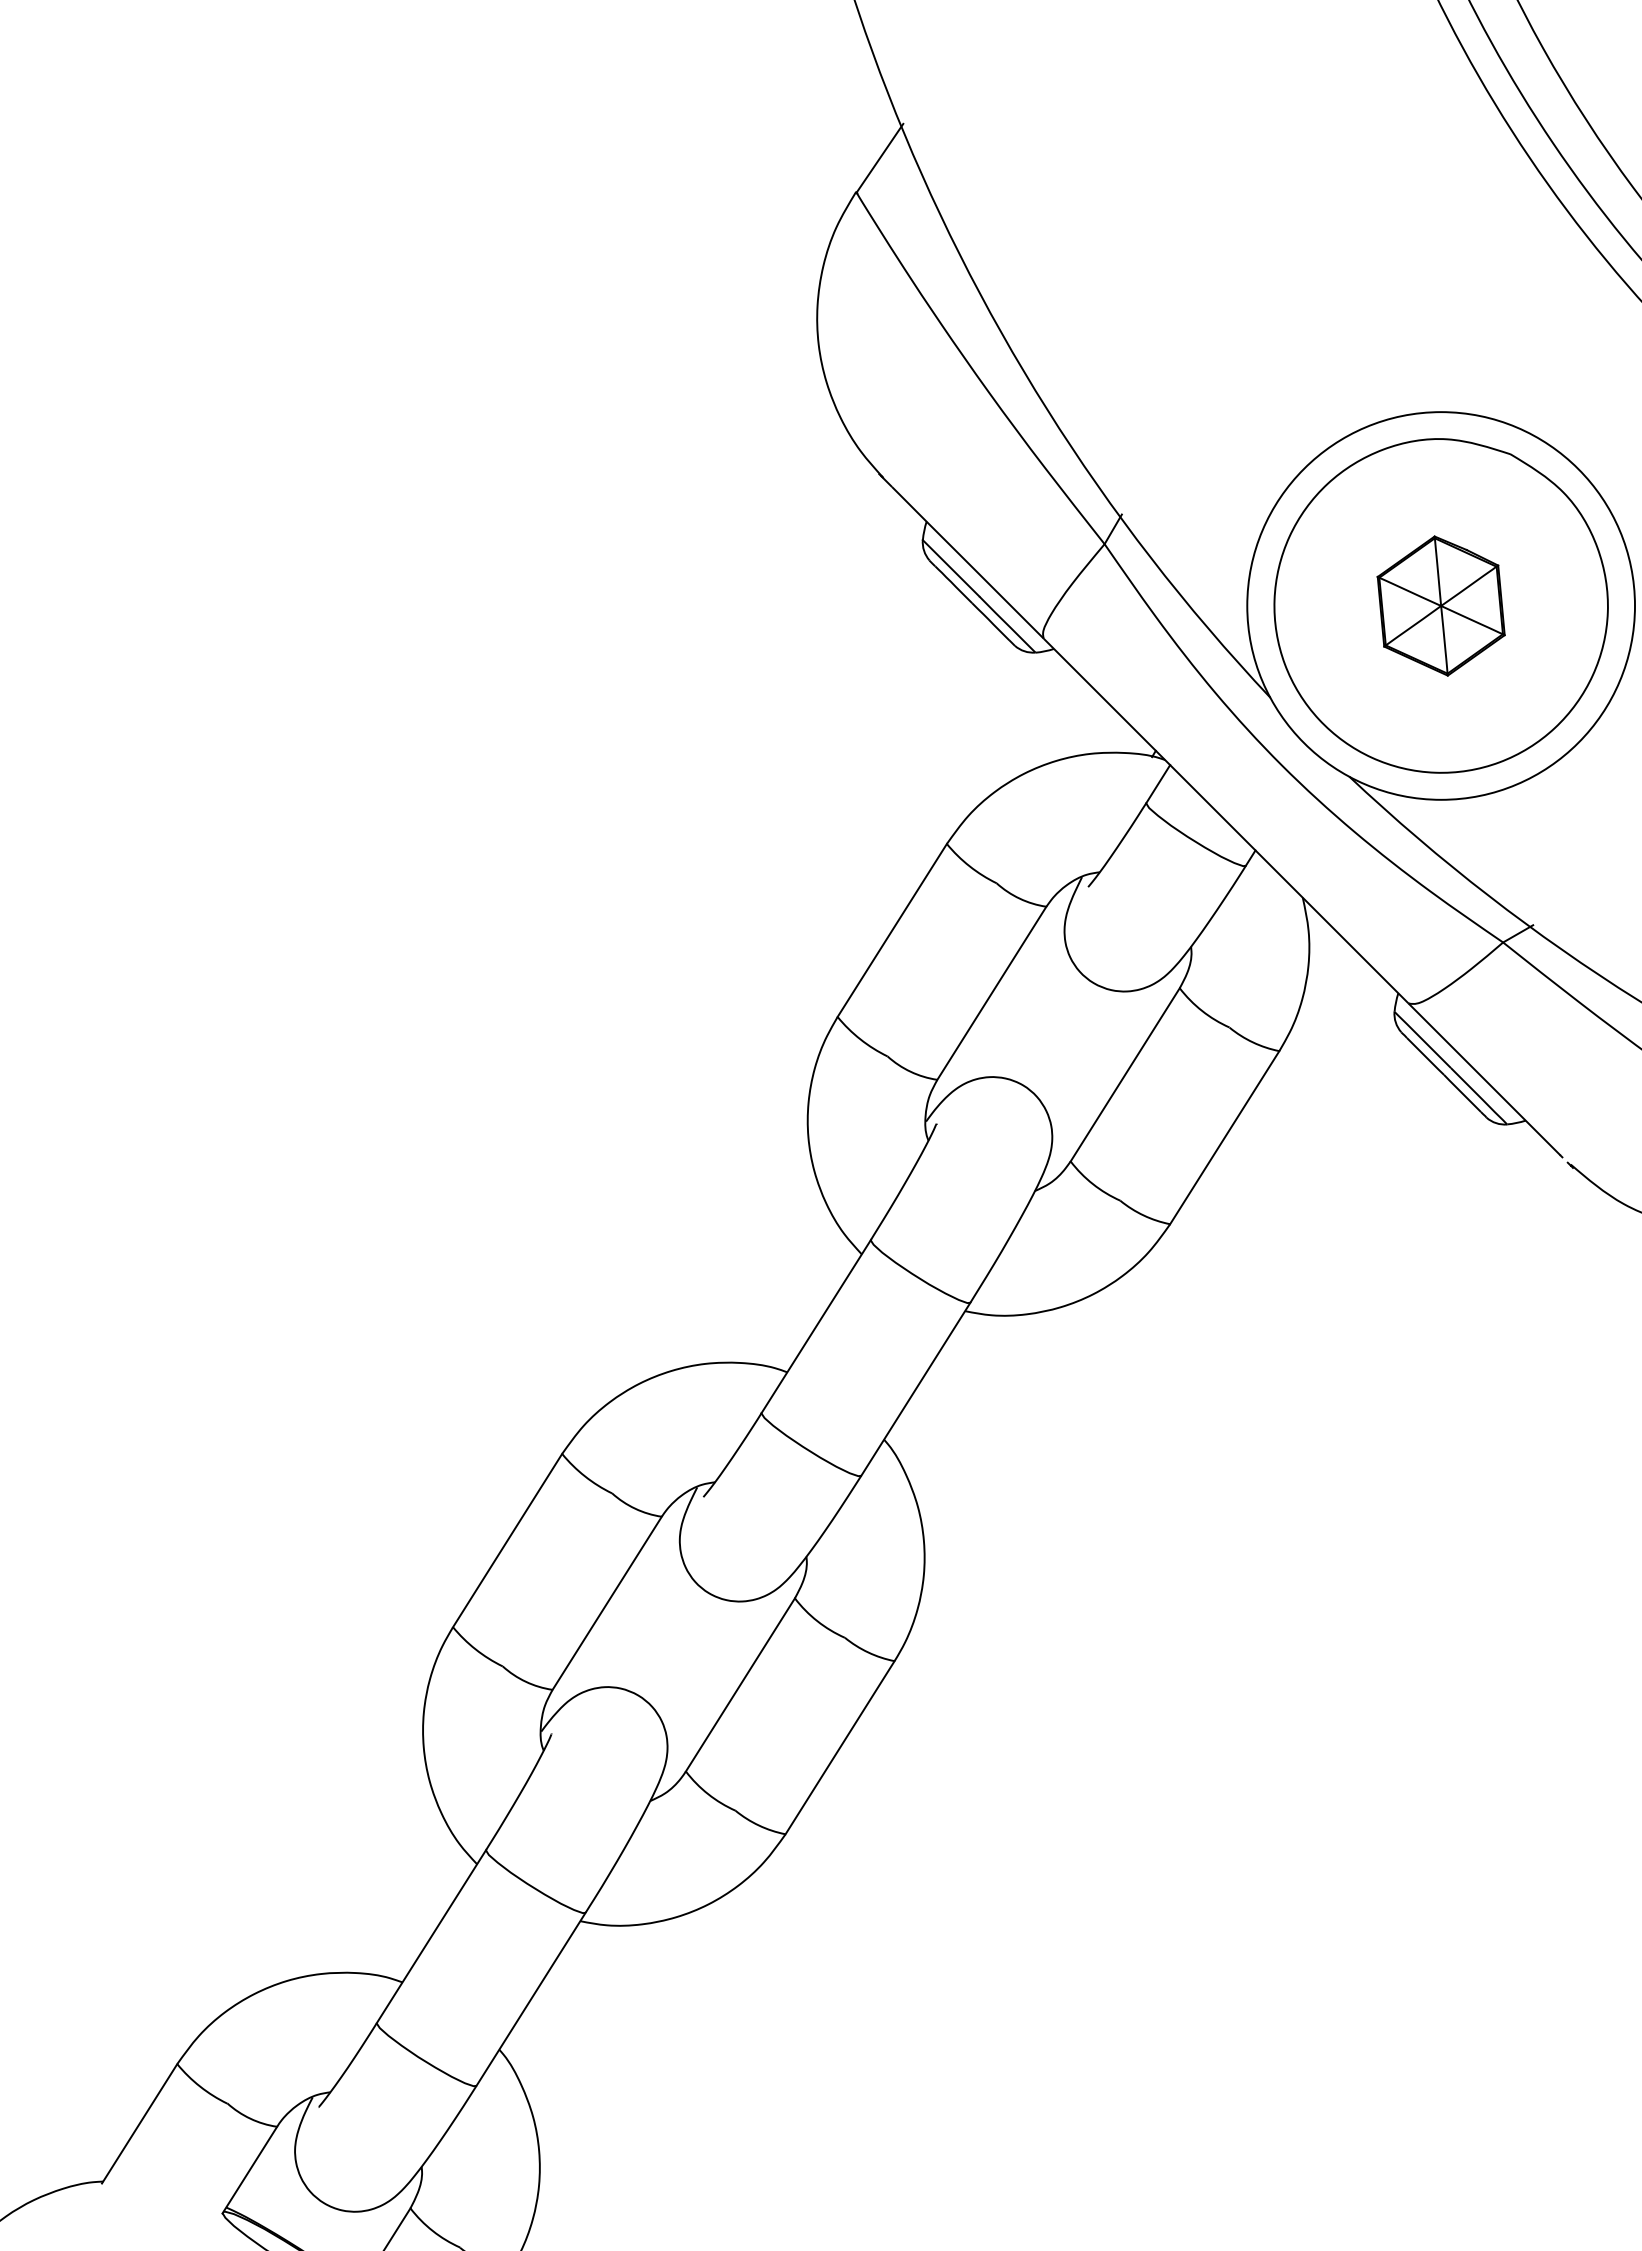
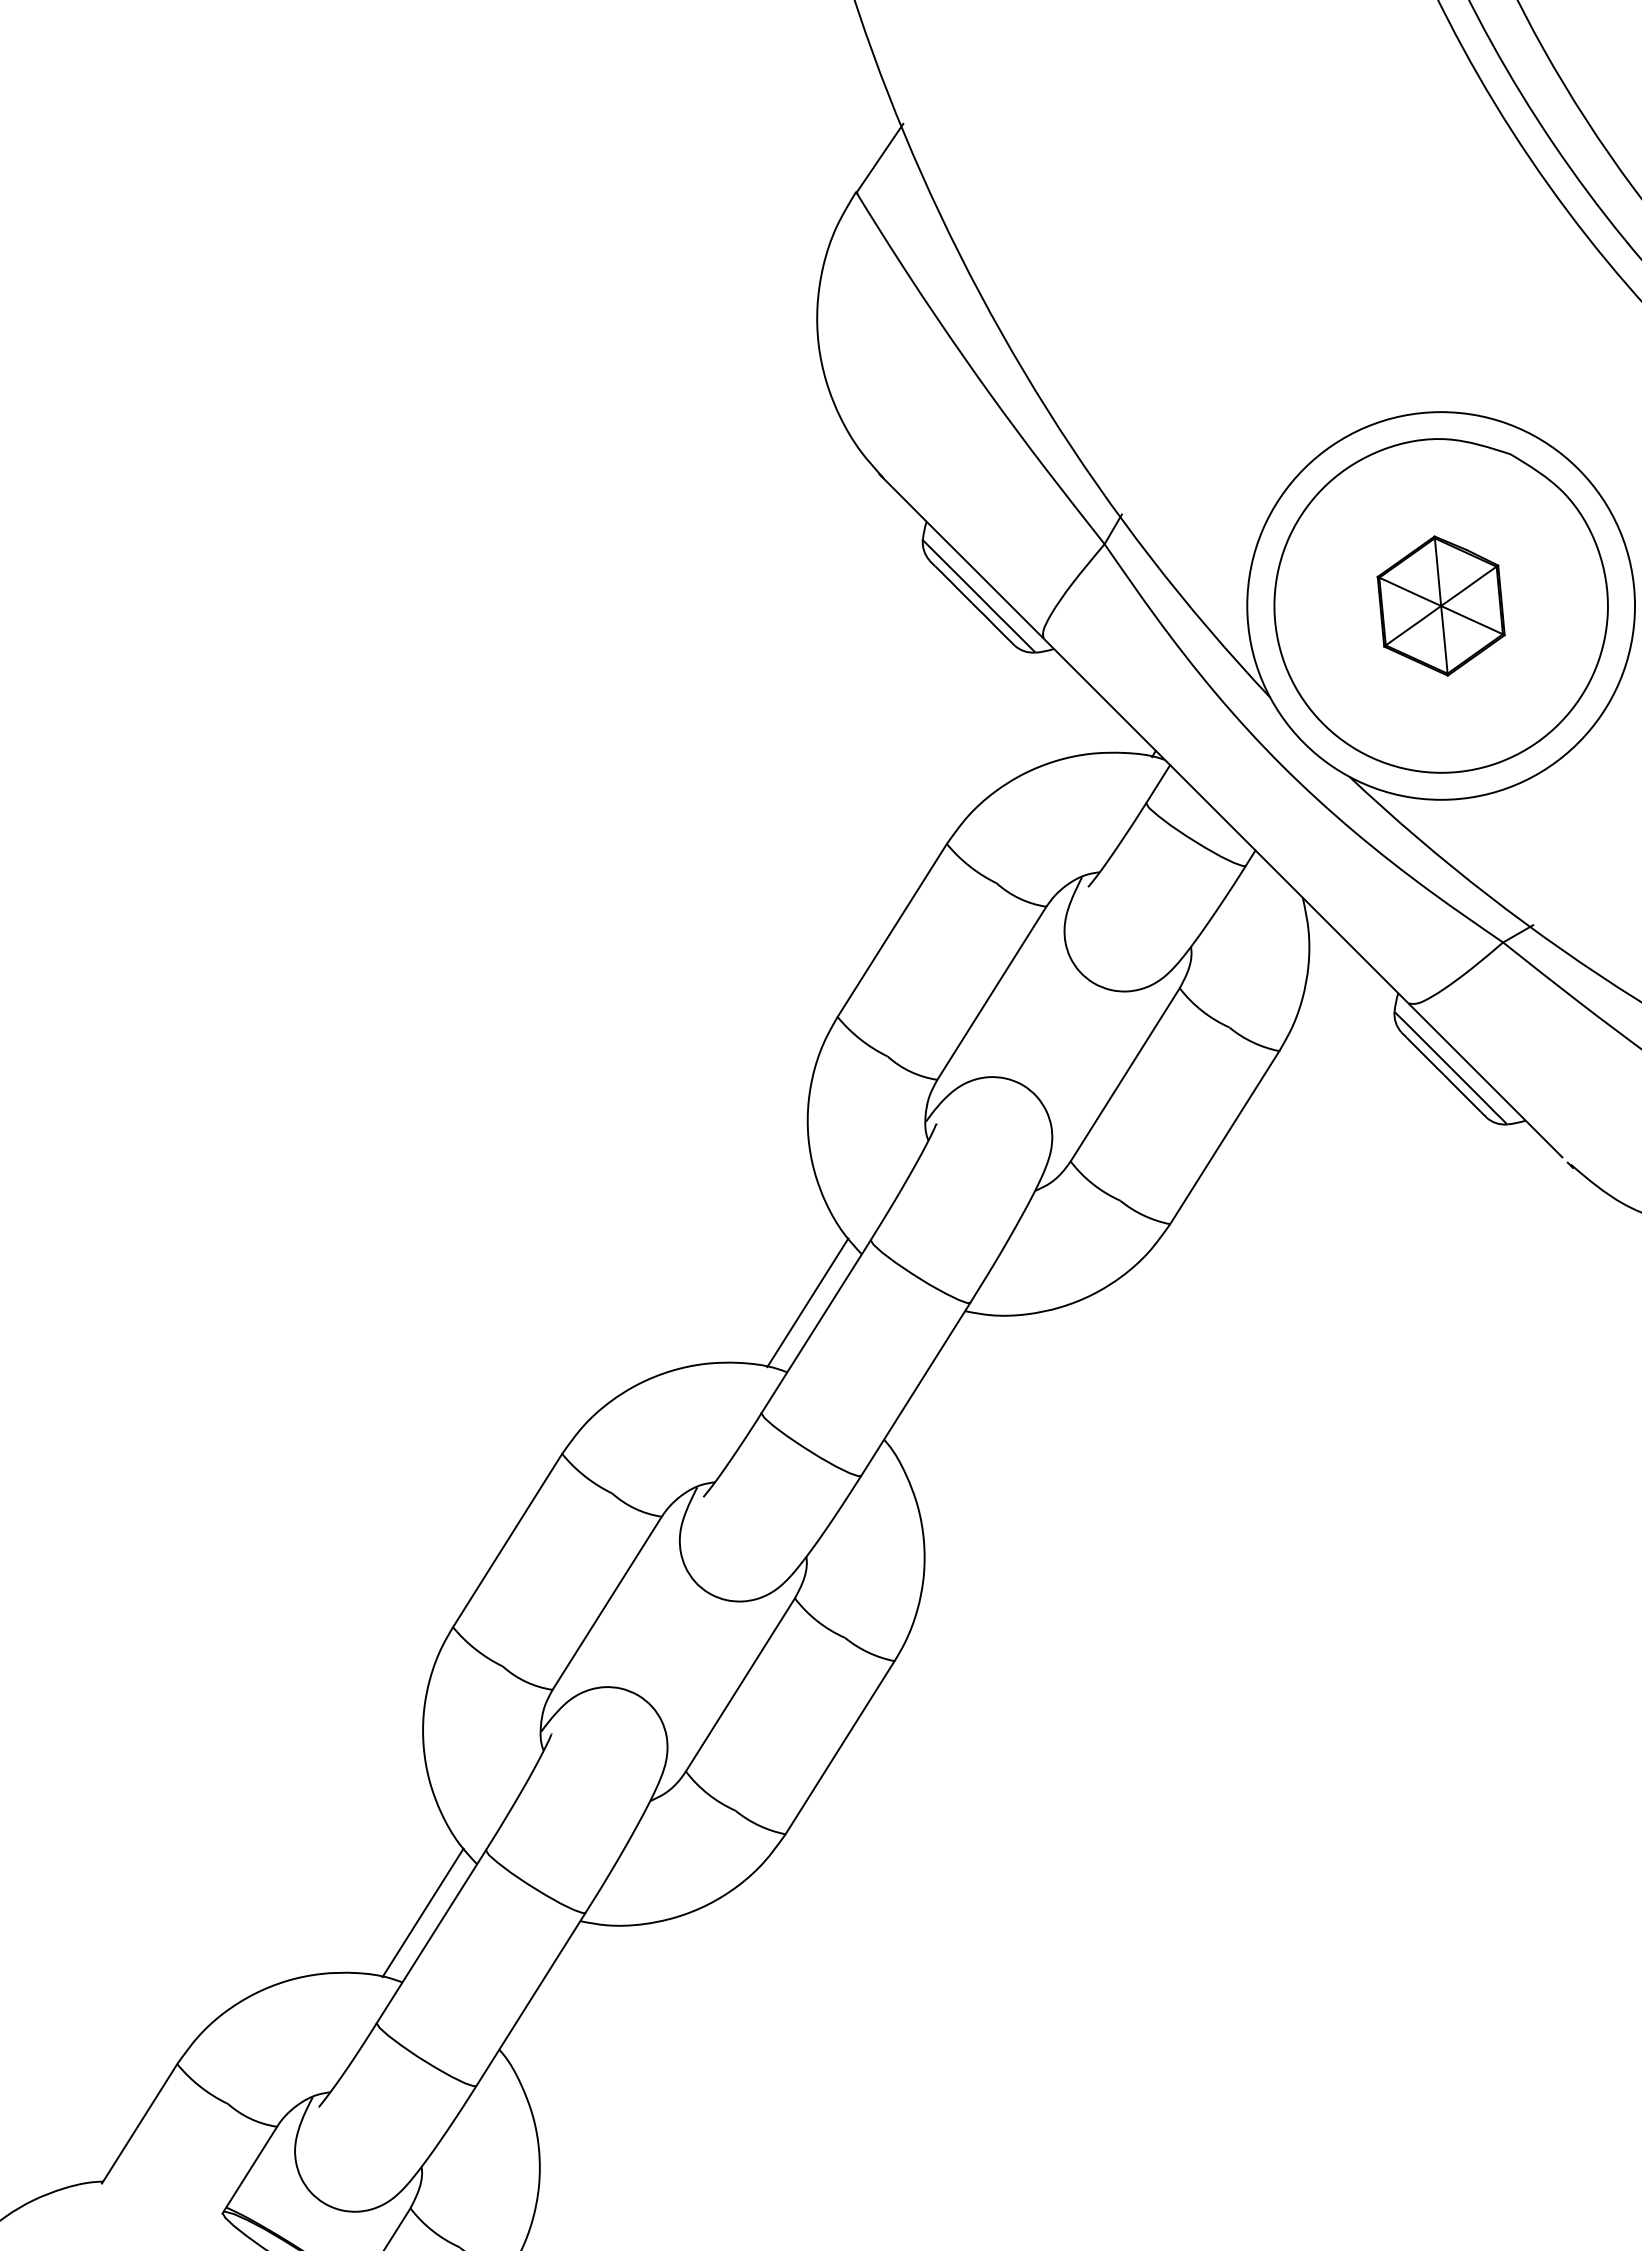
line at (807, 1302): none -> present
line at (422, 1912): none -> present
